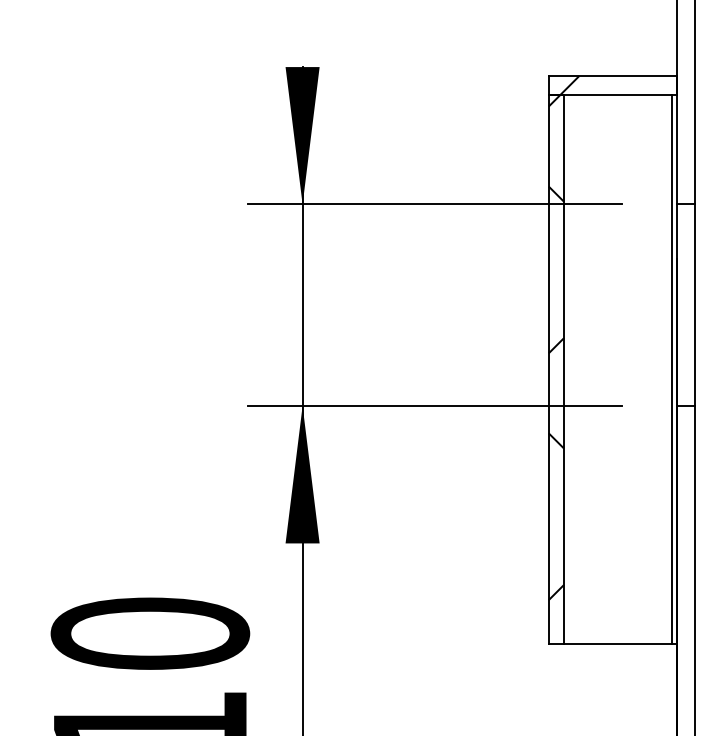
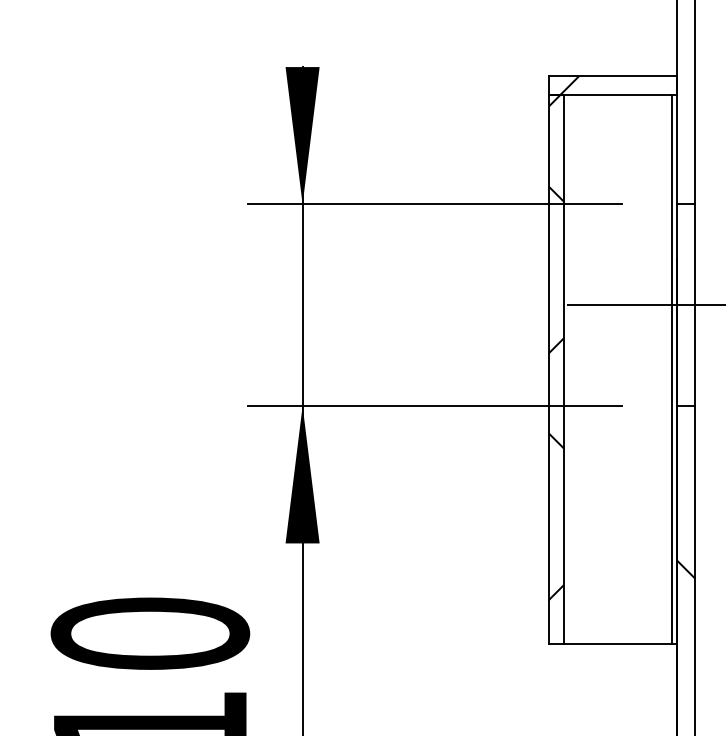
line at (644, 305): none -> present
hatch at (685, 569): none -> present
